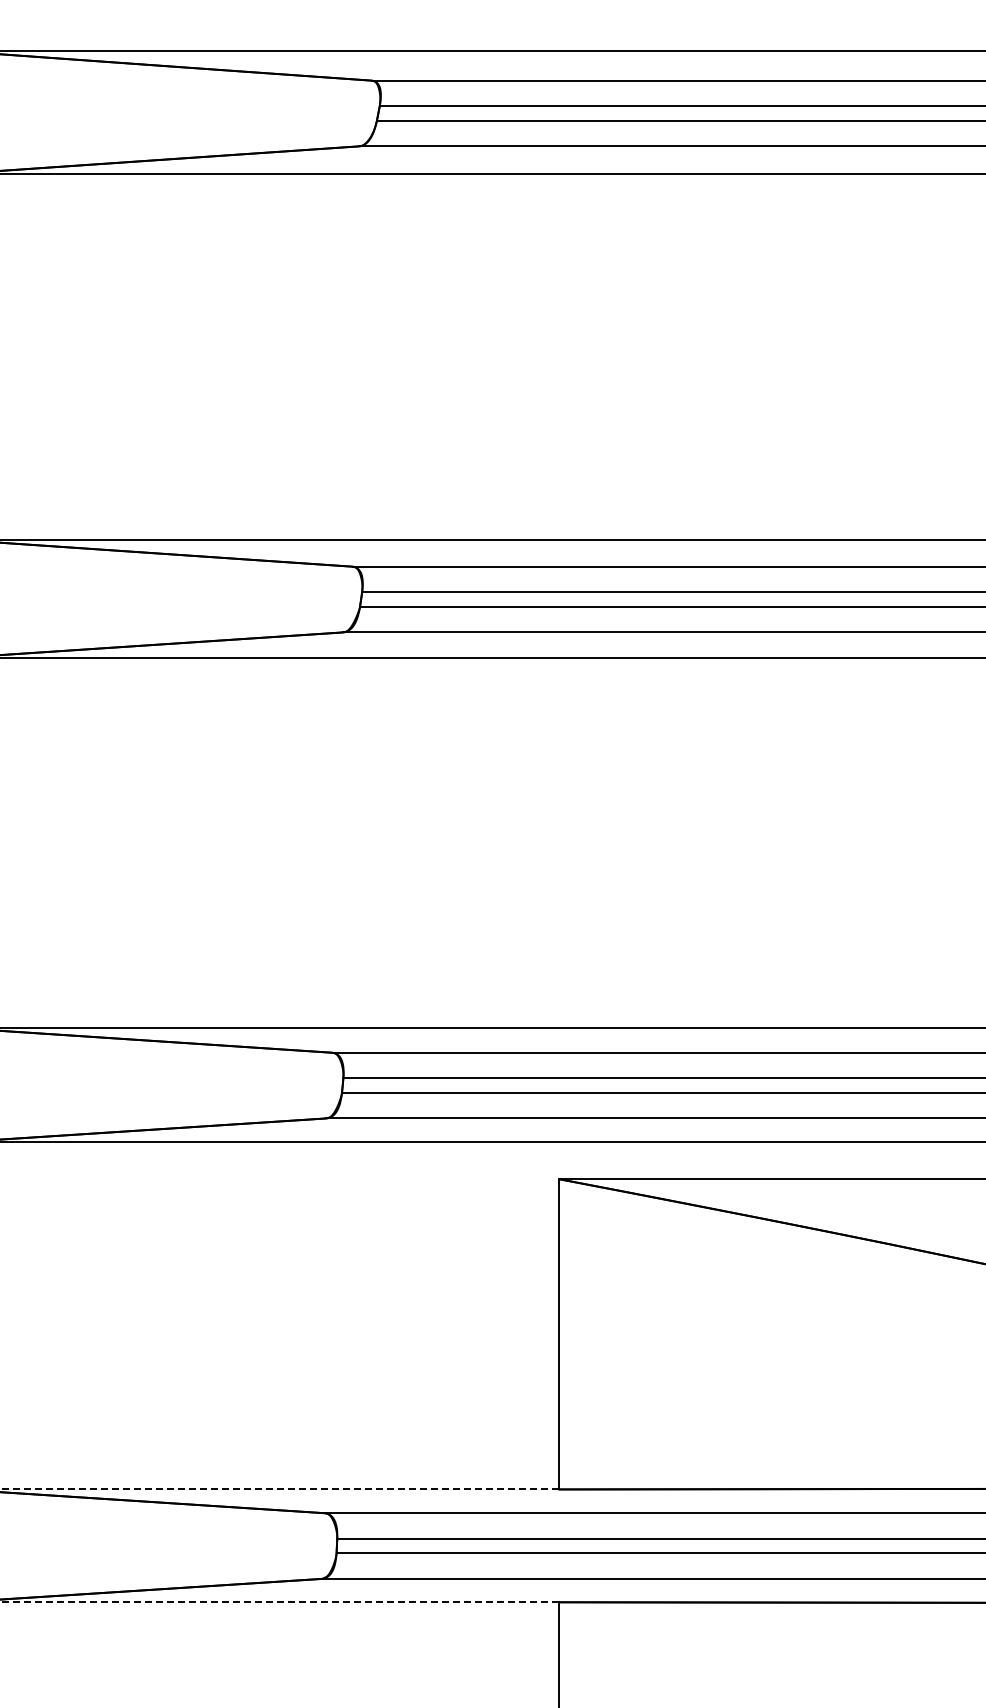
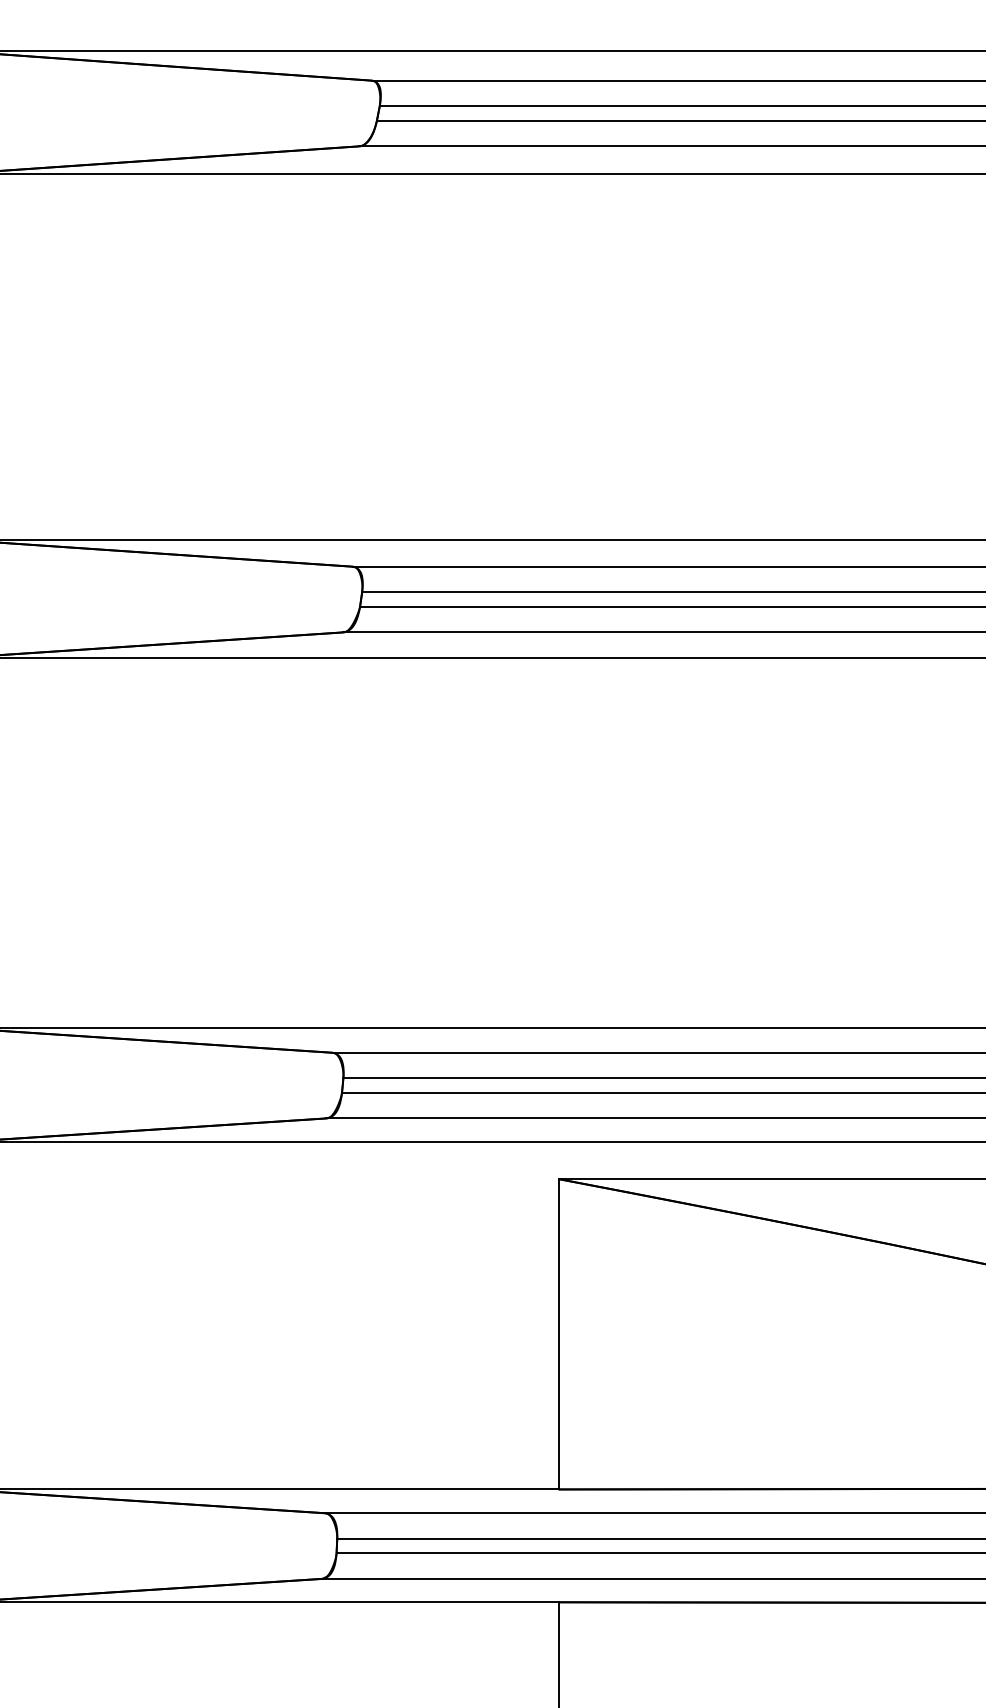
line at (278, 1489): dashed -> solid
line at (279, 1602): dashed -> solid
